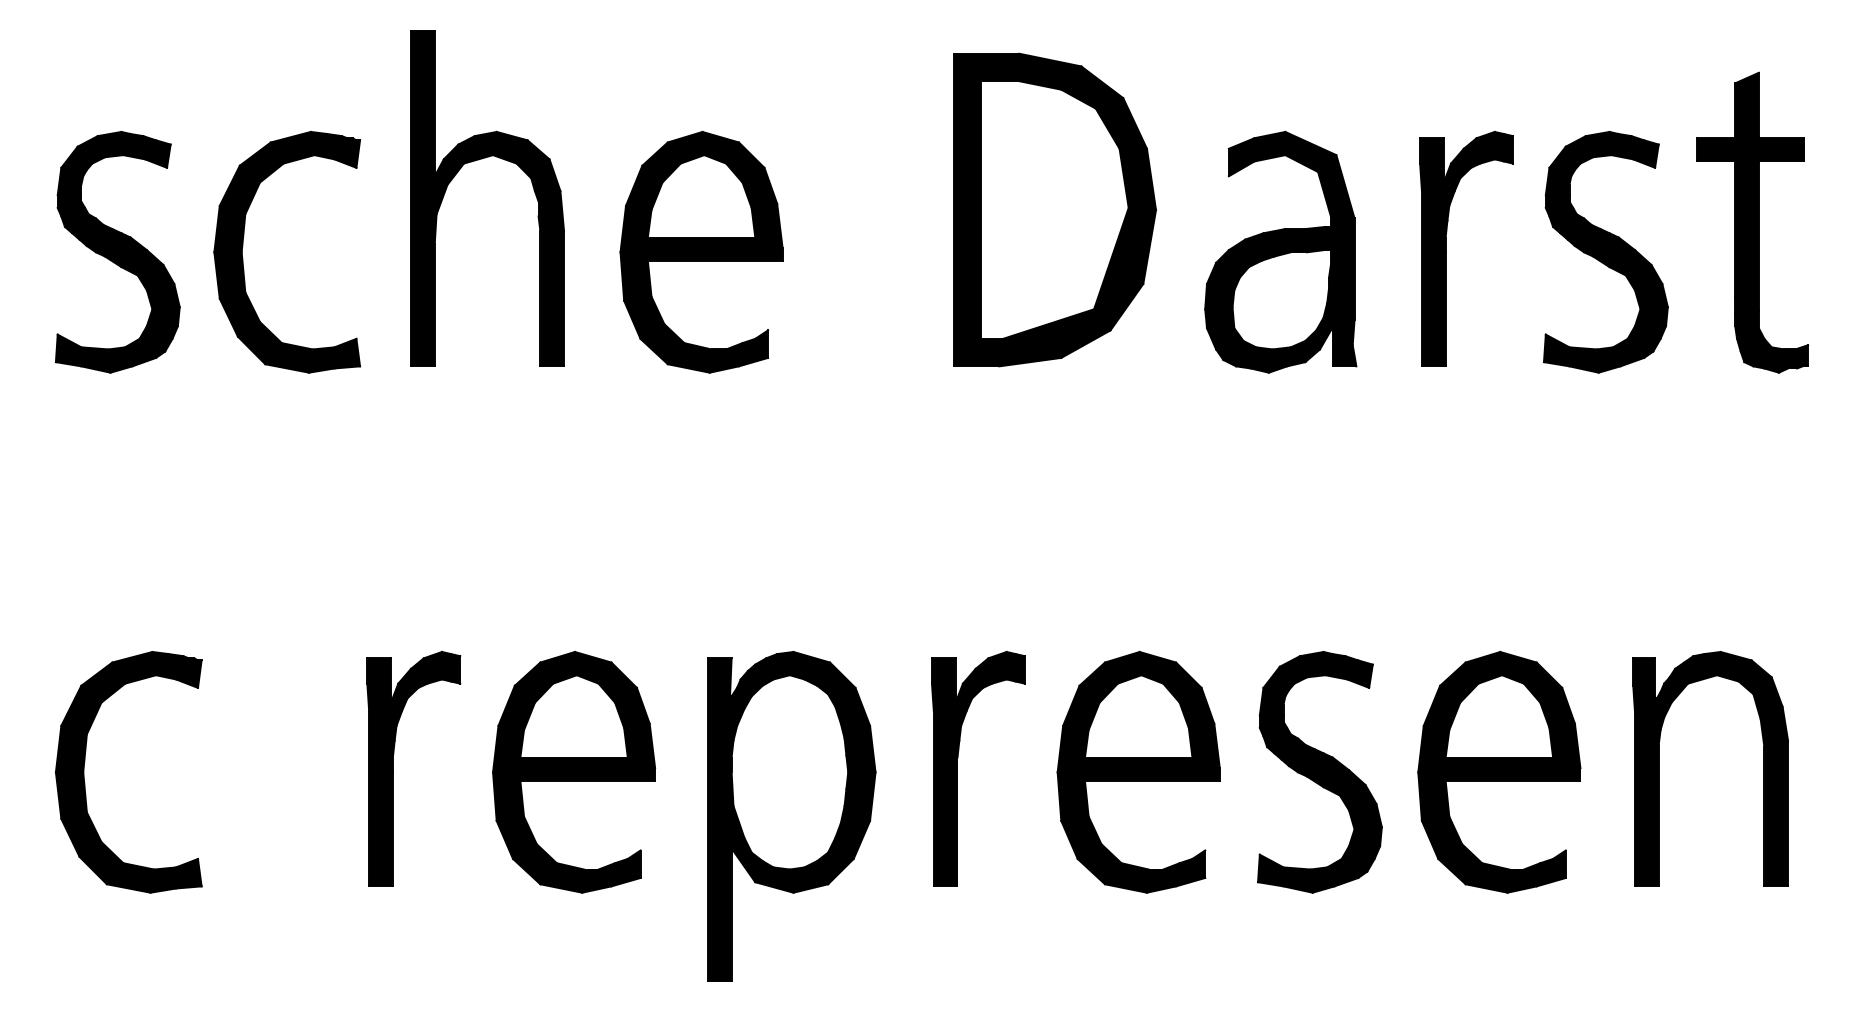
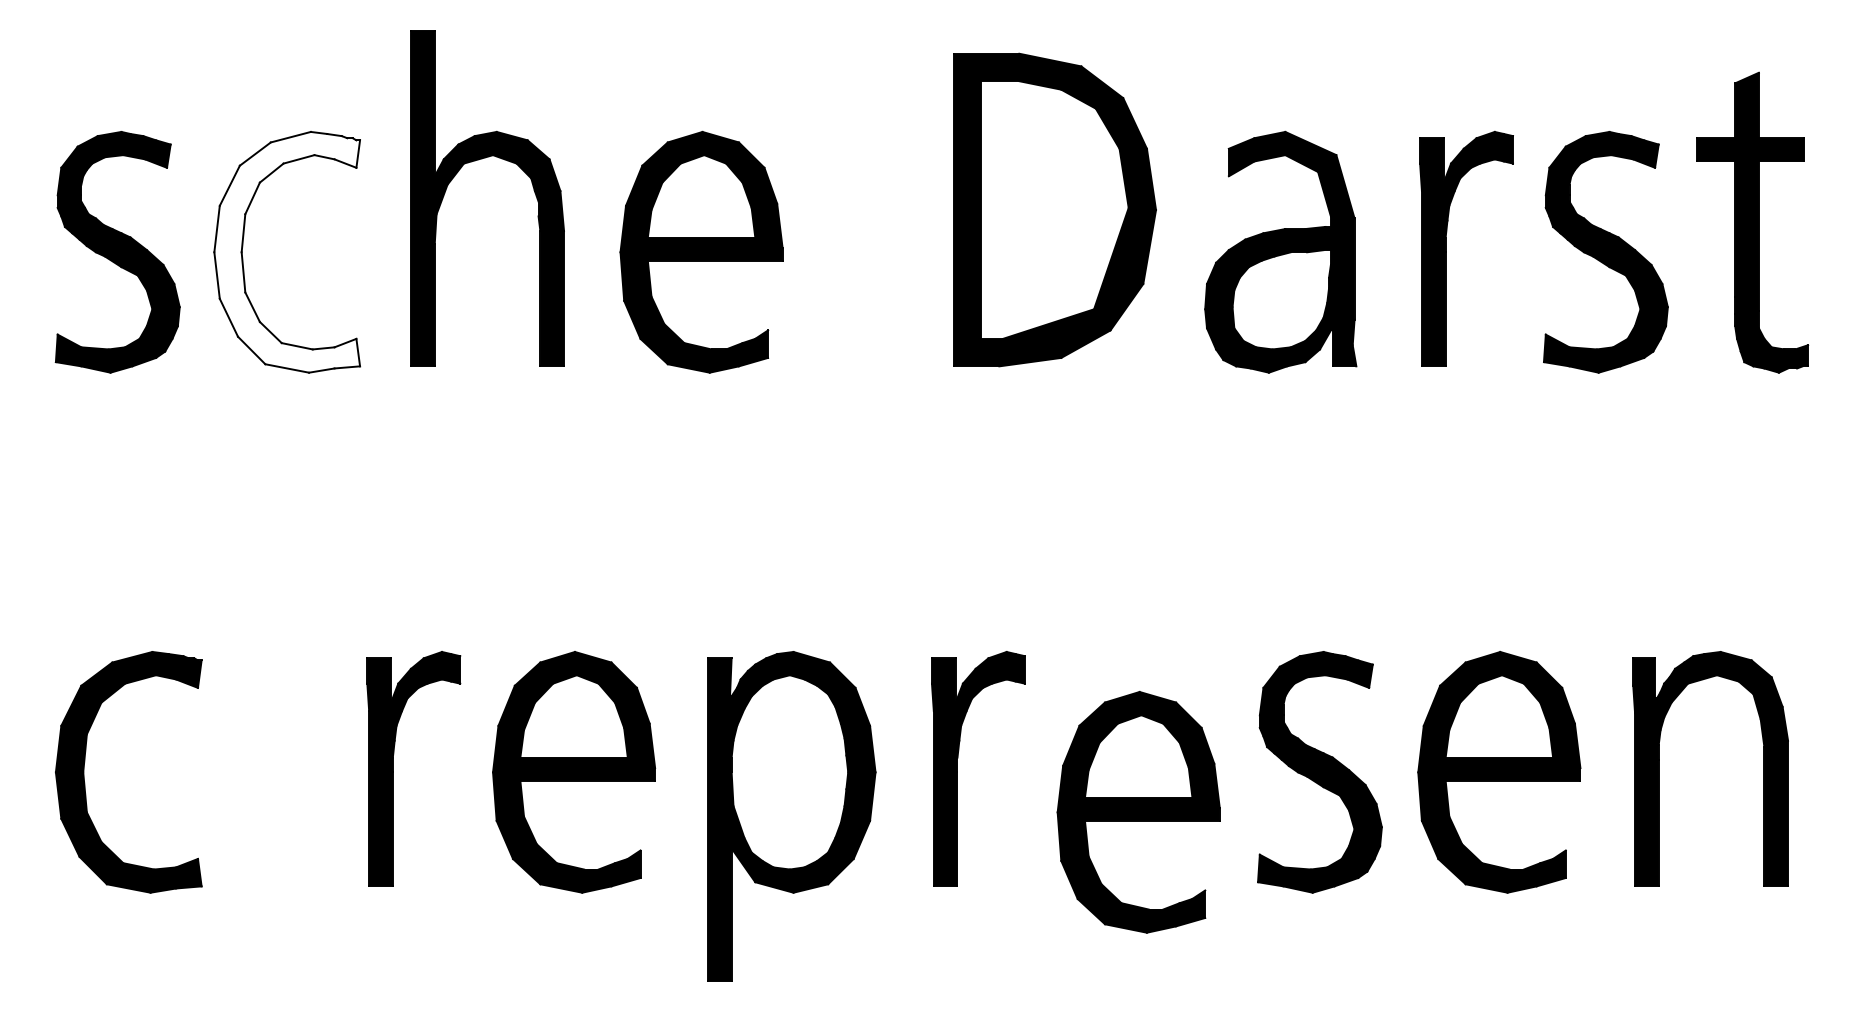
fill at (287, 251): present -> none
part at (1138, 772) position: (1138, 772) -> (1138, 812)
